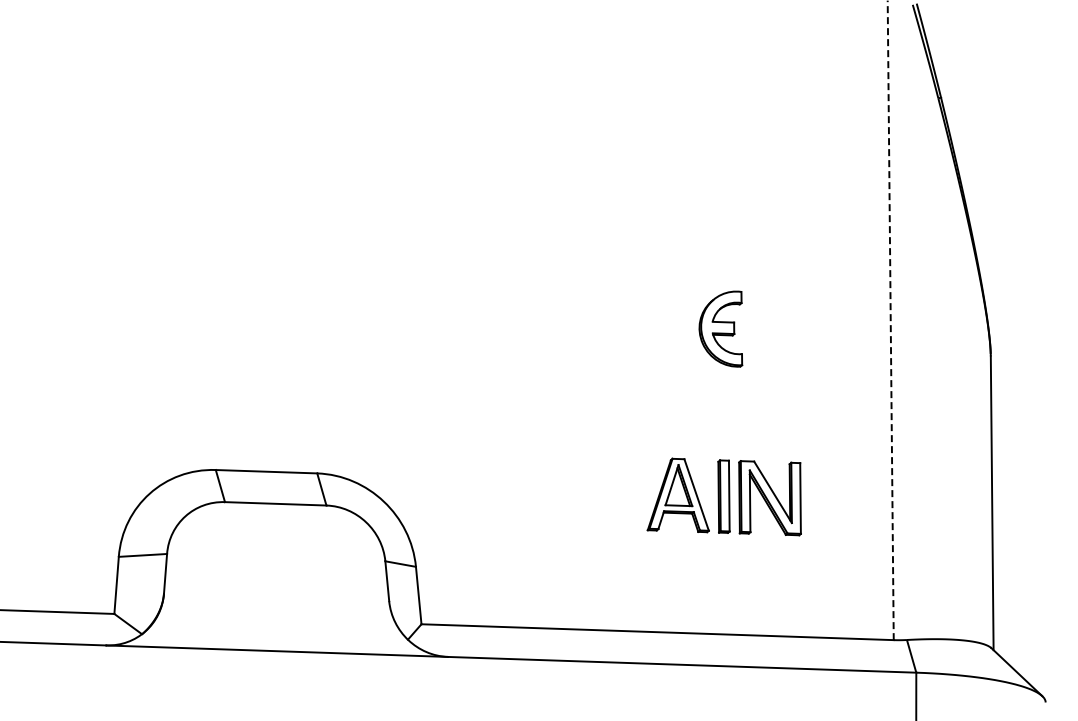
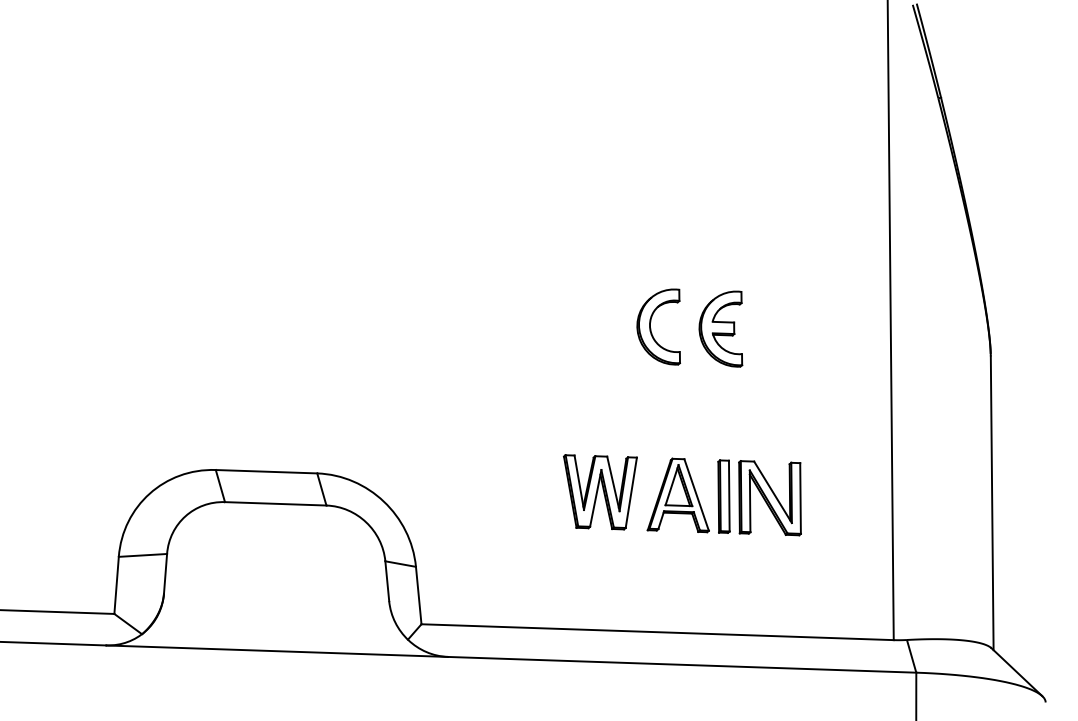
line at (890, 320): dashed -> solid
part at (651, 328): none -> present
part at (600, 492): none -> present
